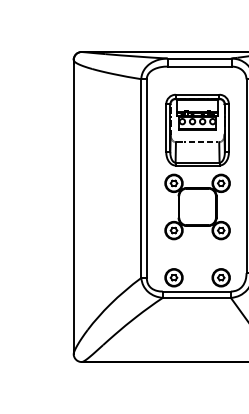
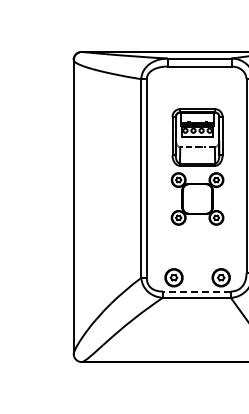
part at (197, 166) size: 67x148 px -> 55x118 px
line at (196, 291): solid -> dashed
